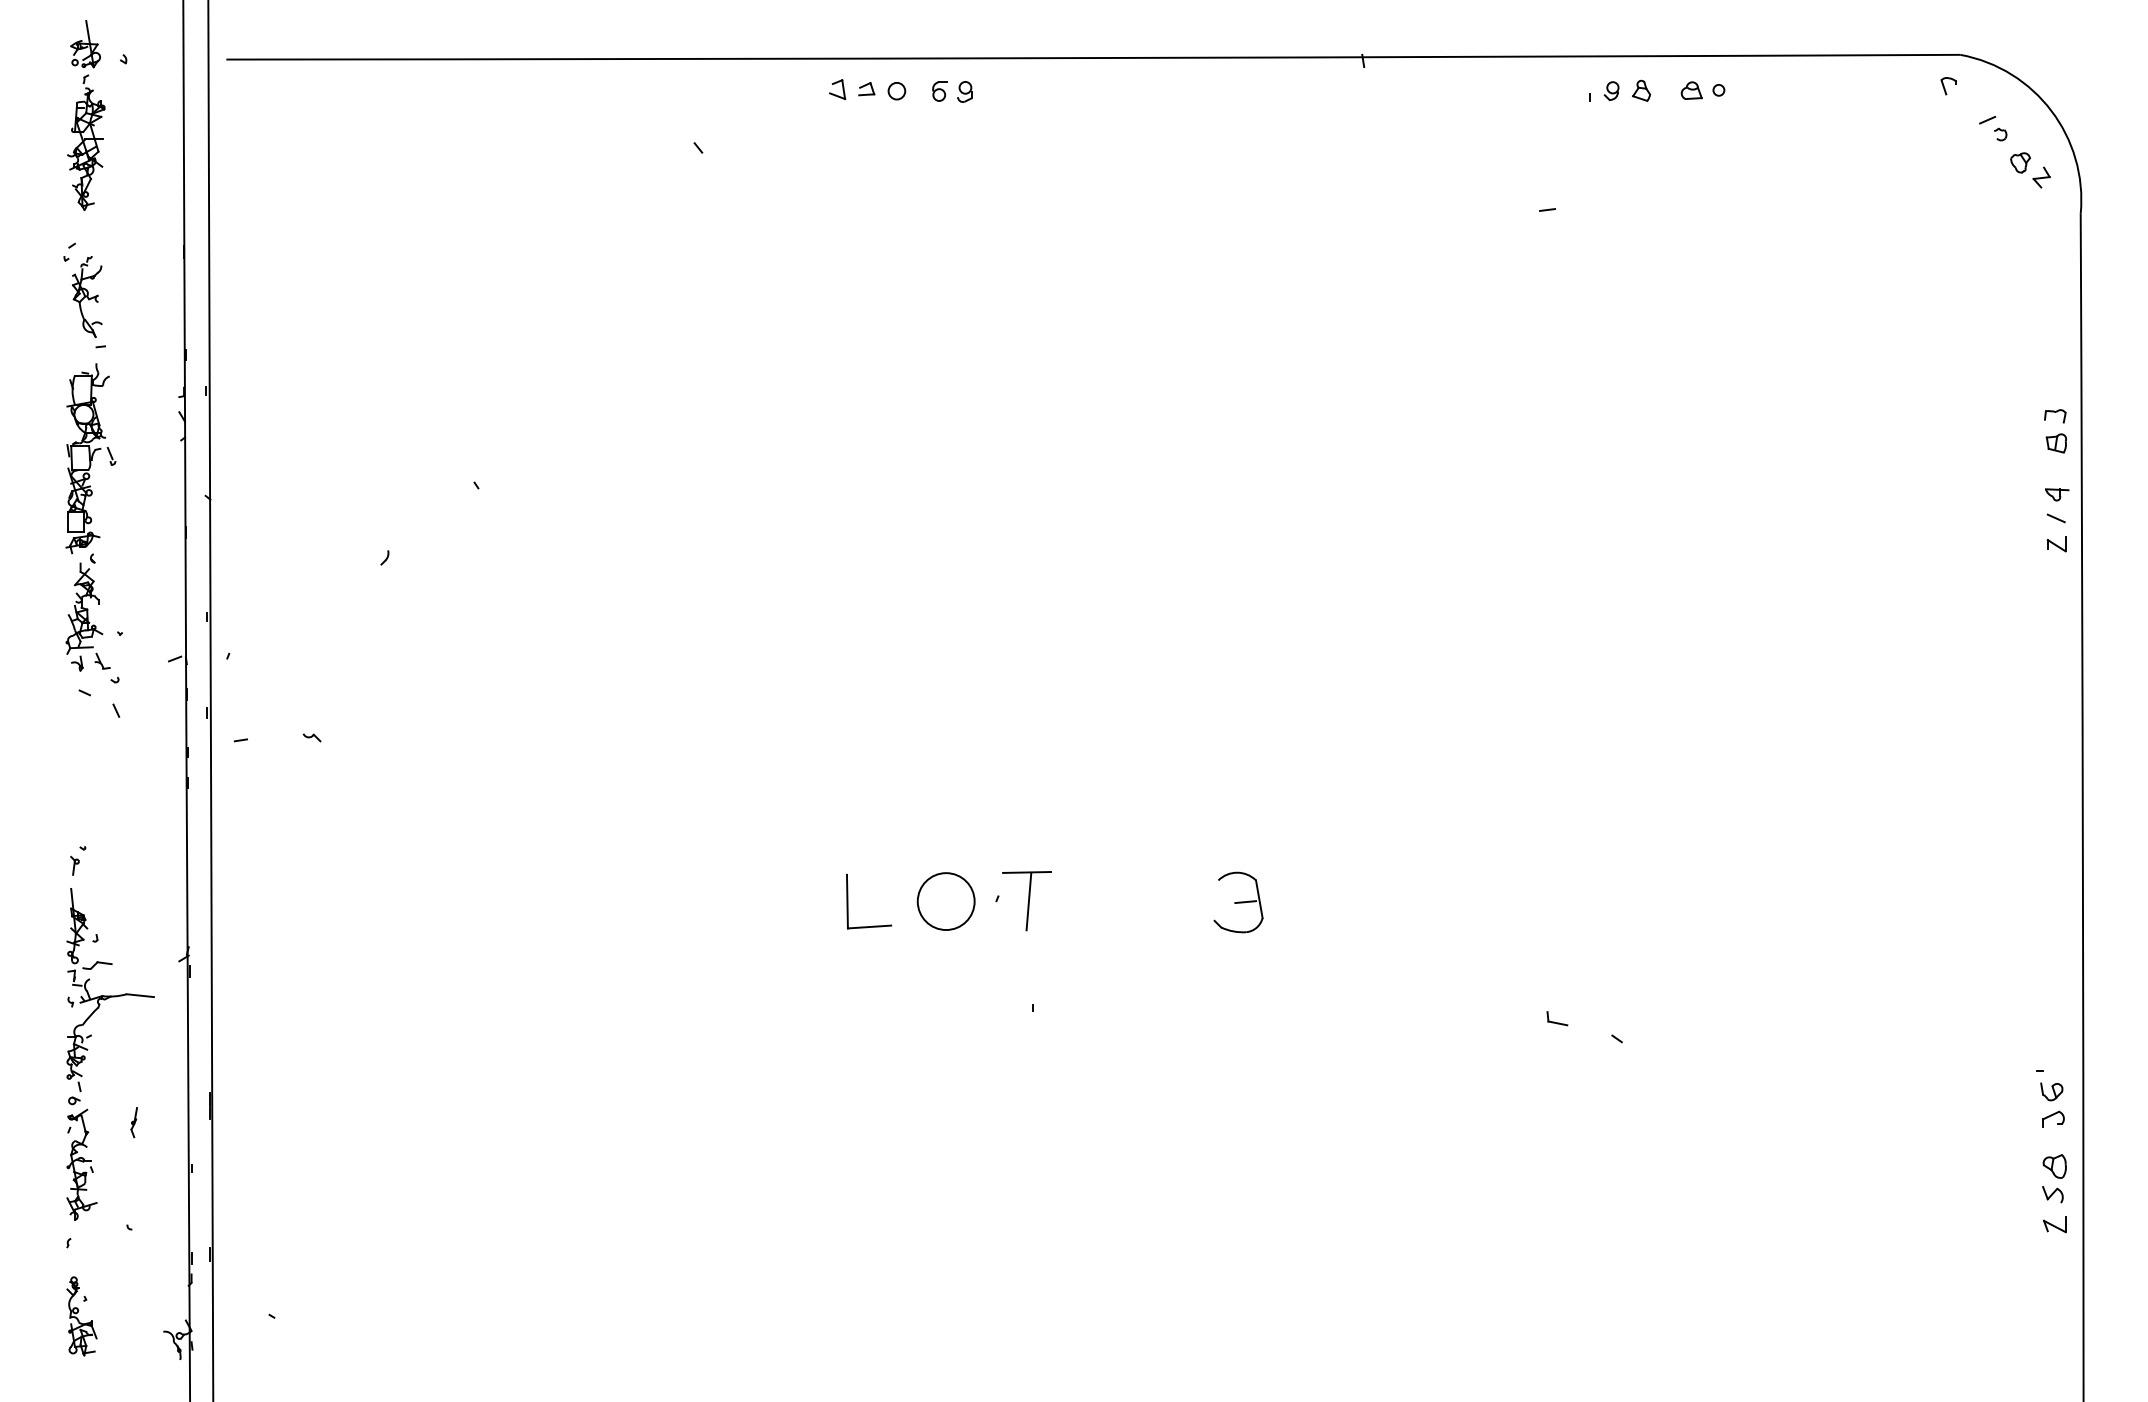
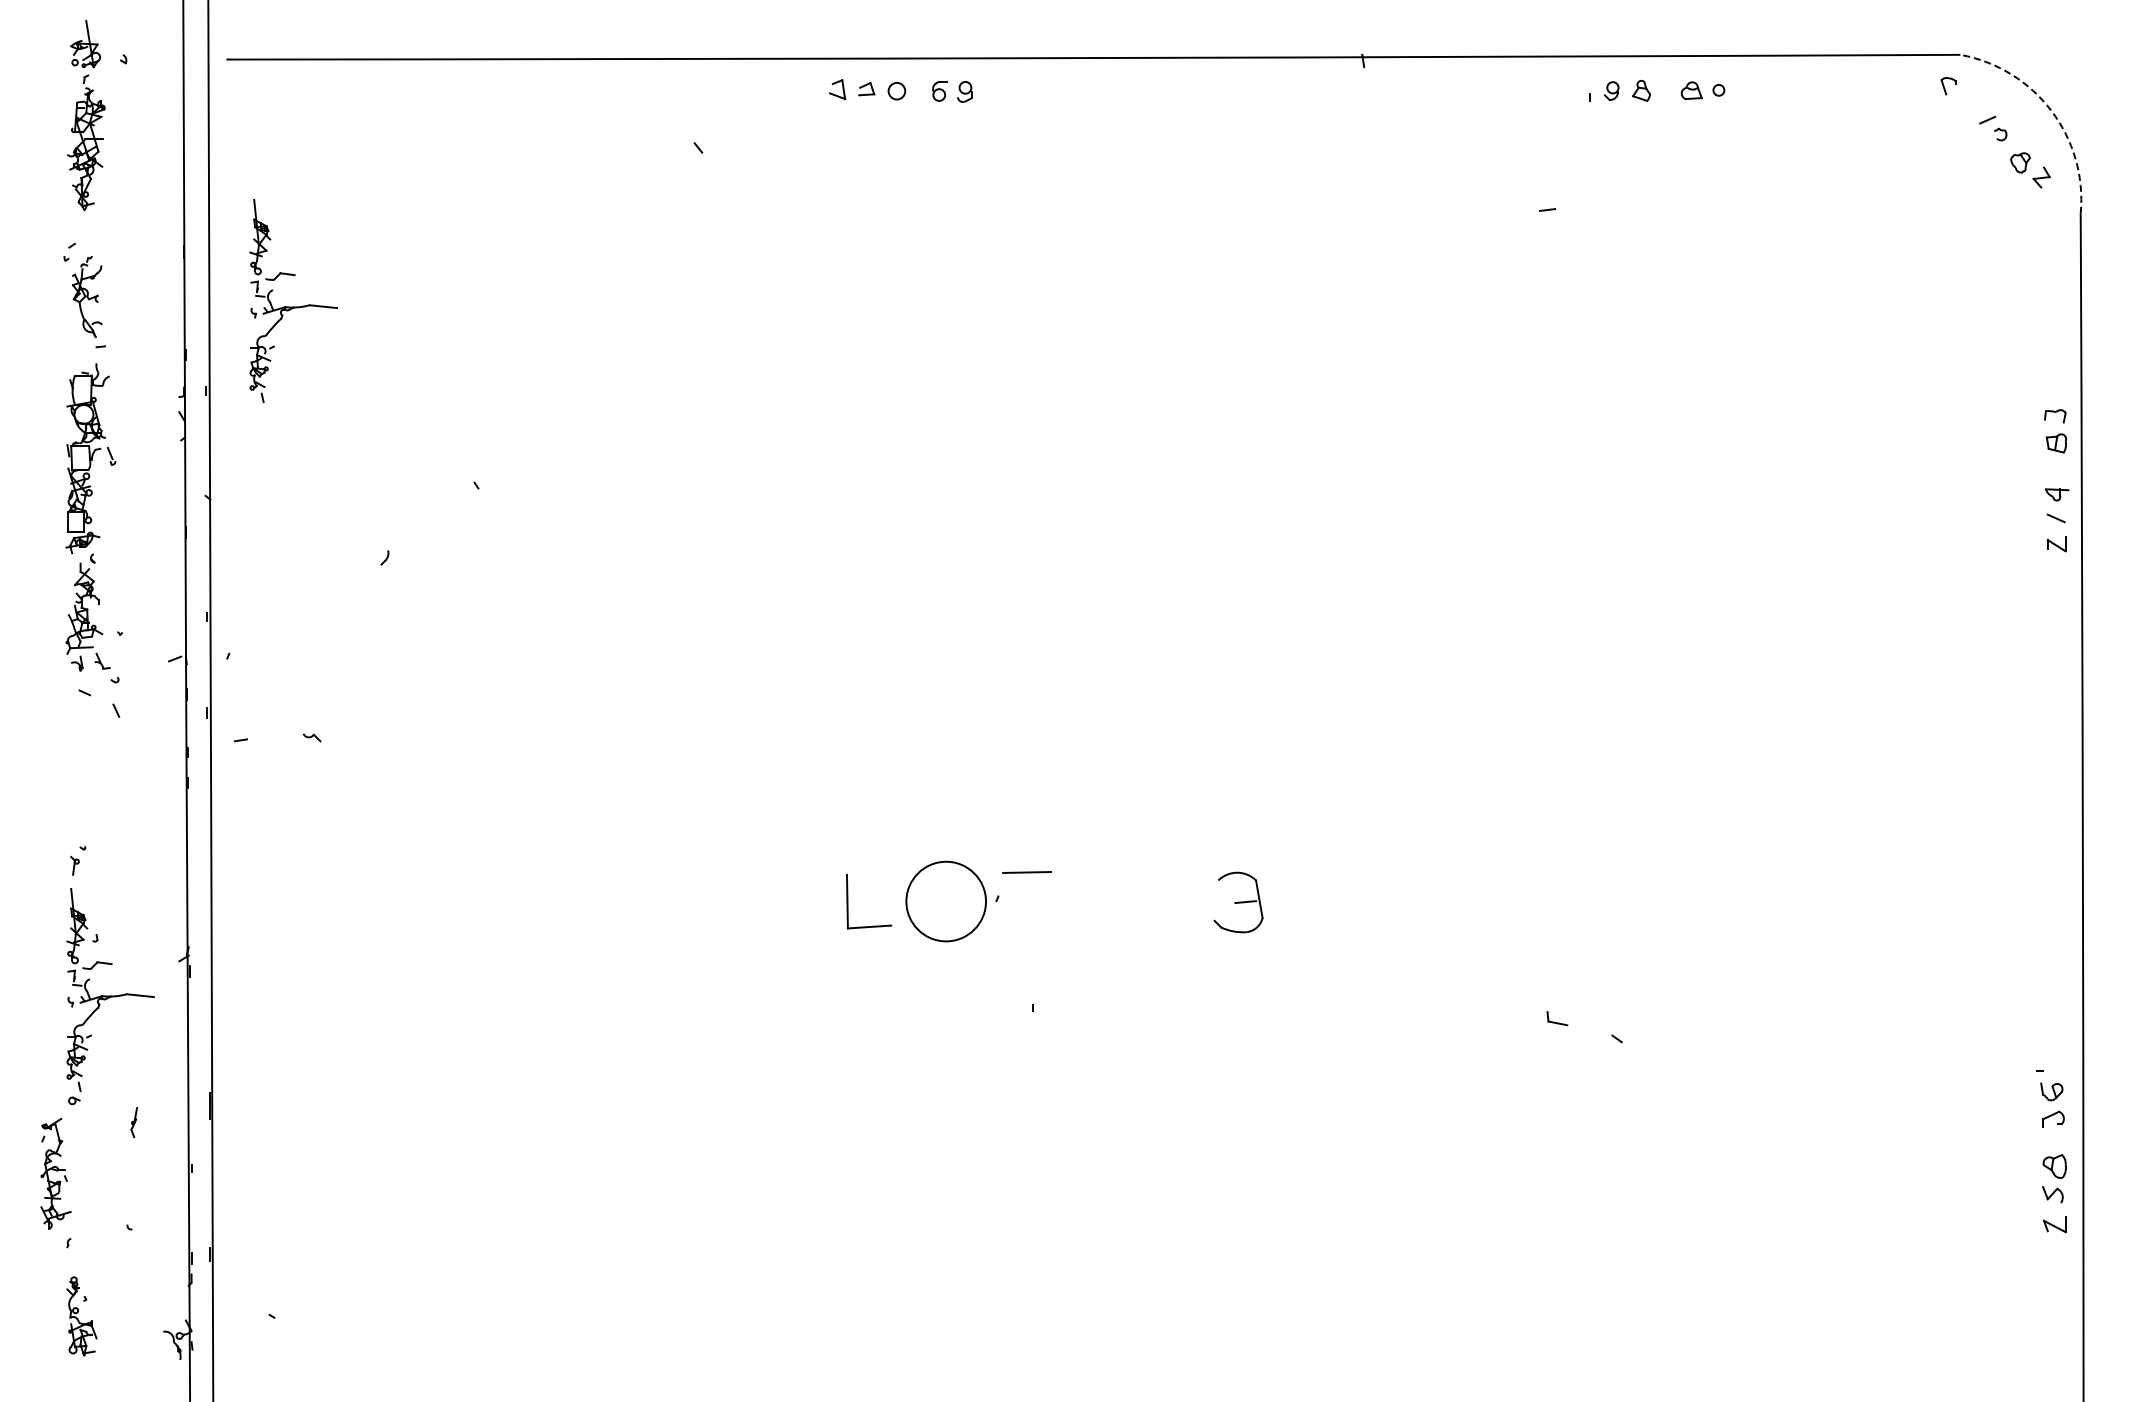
arc at (2051, 110): solid -> dashed
part at (293, 300): none -> present
circle at (945, 901) diameter: 57 px -> 80 px
line at (1028, 901): present -> none
part at (81, 1164) position: (81, 1164) -> (55, 1173)
